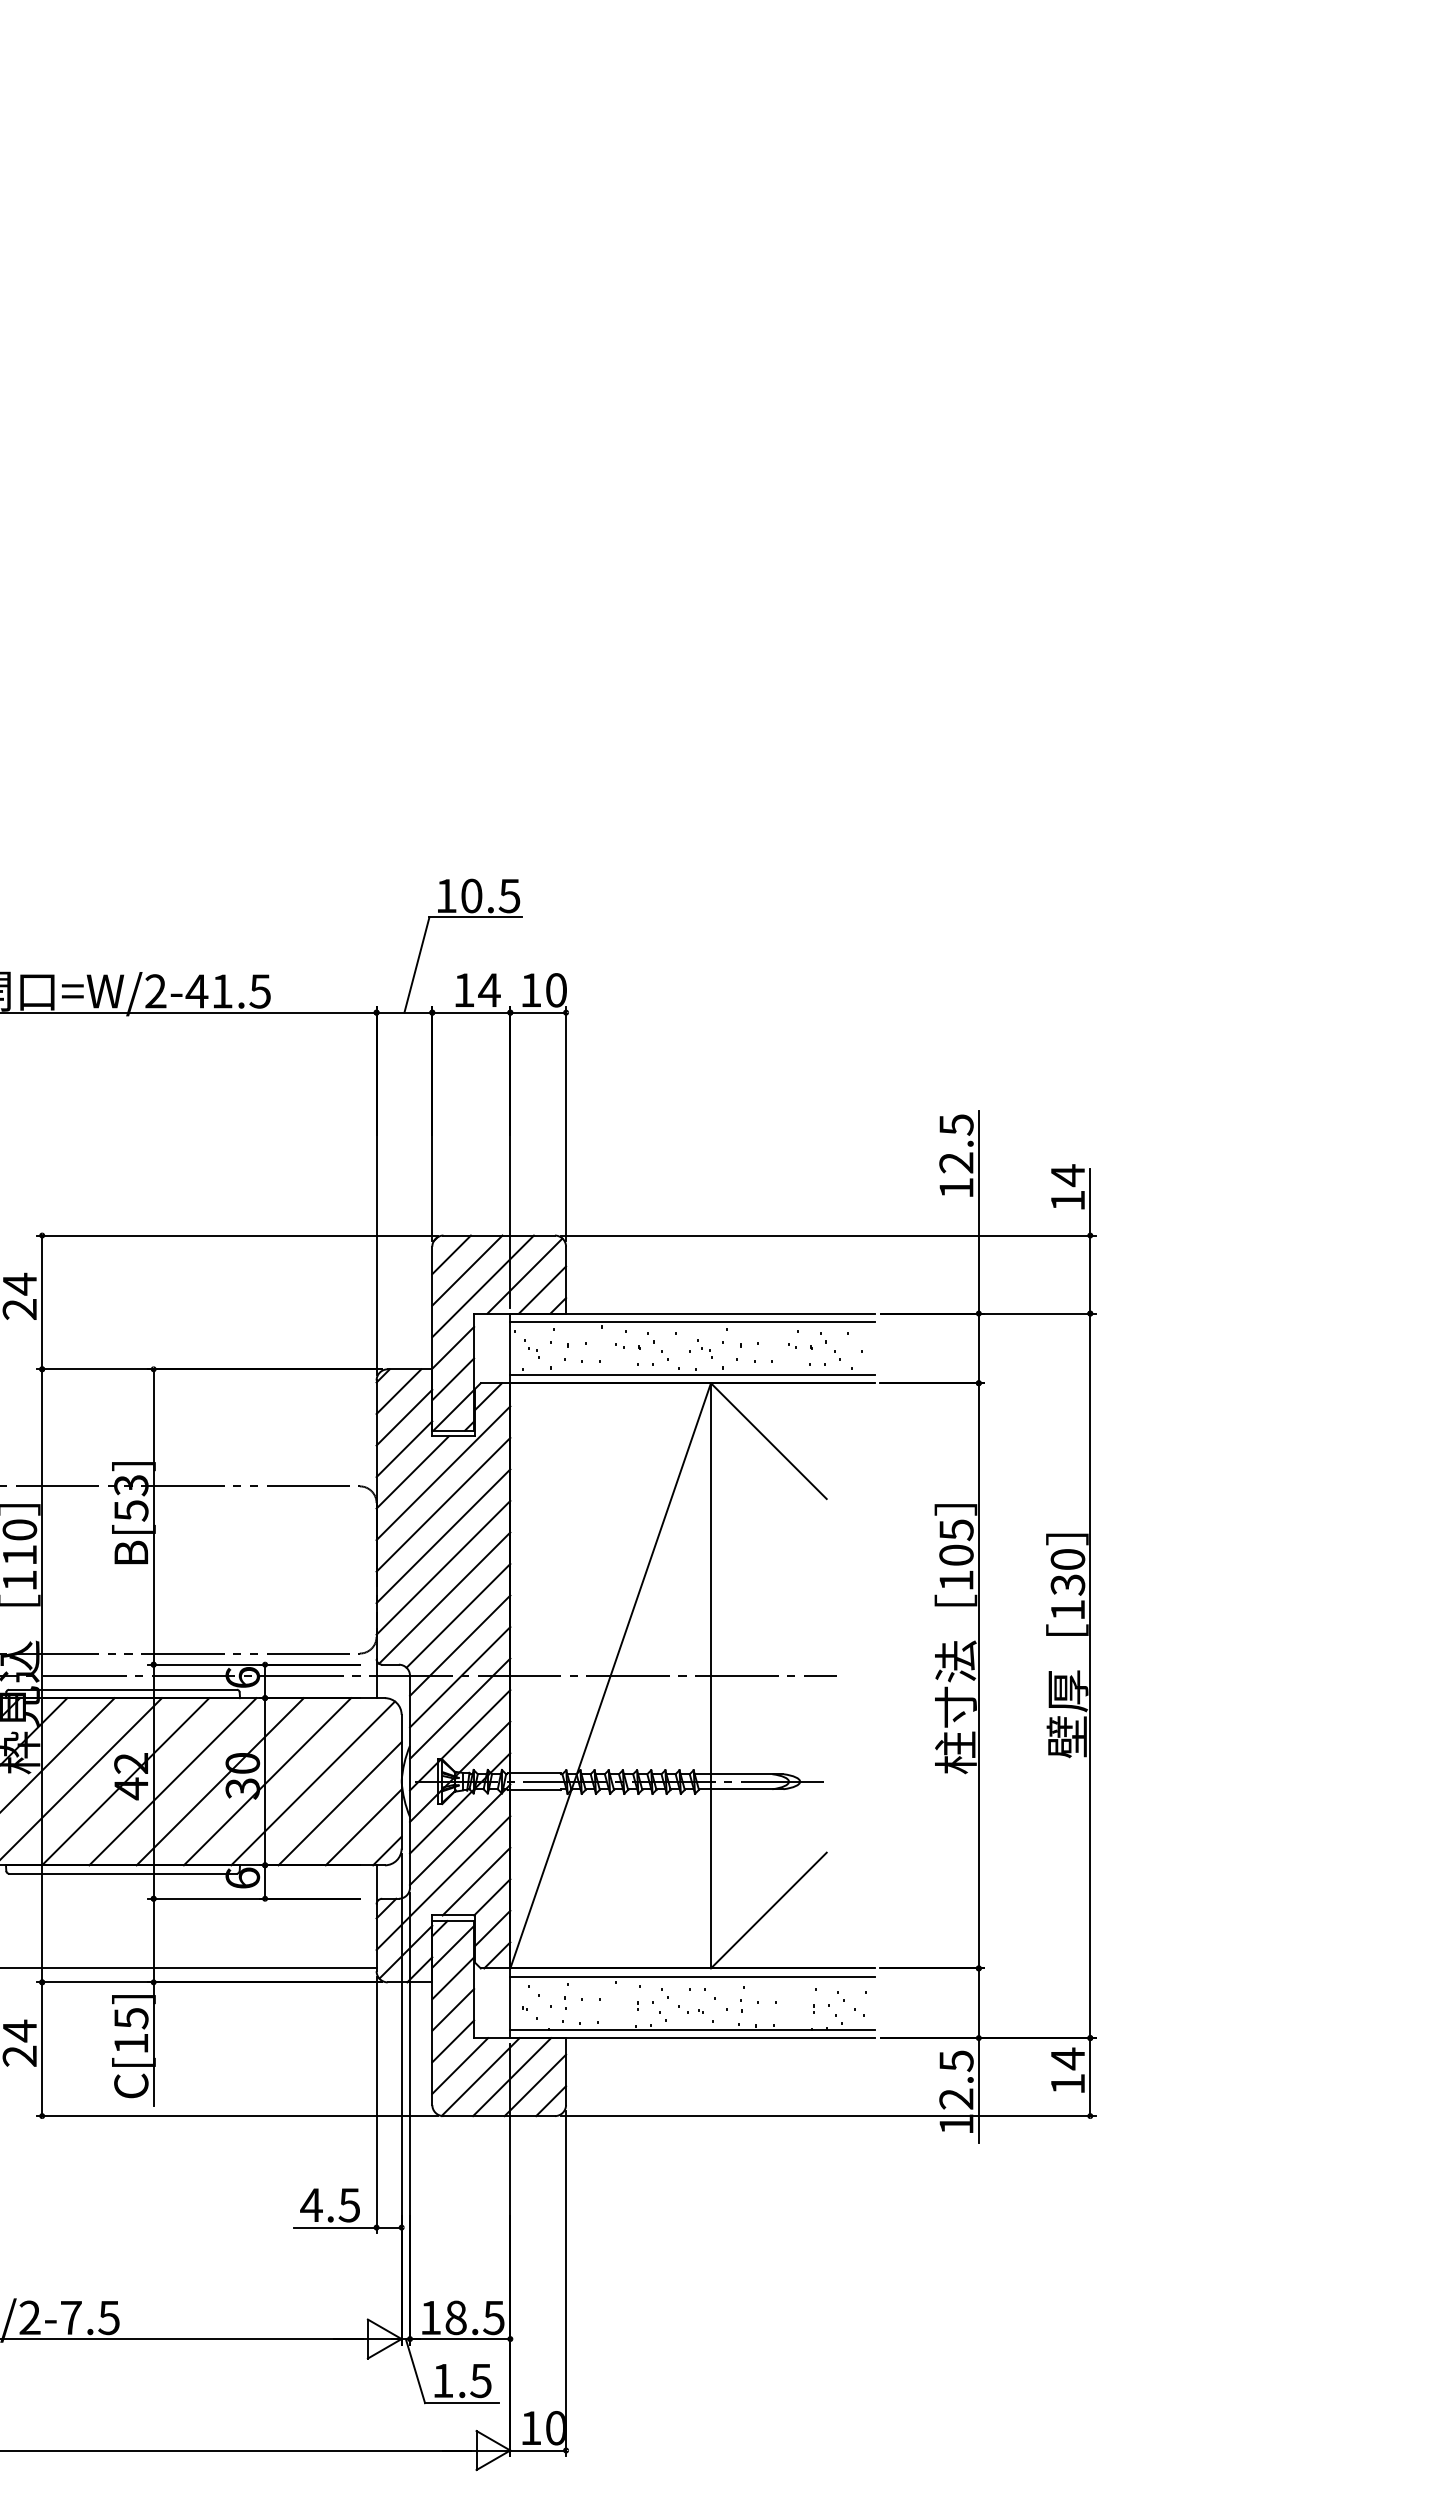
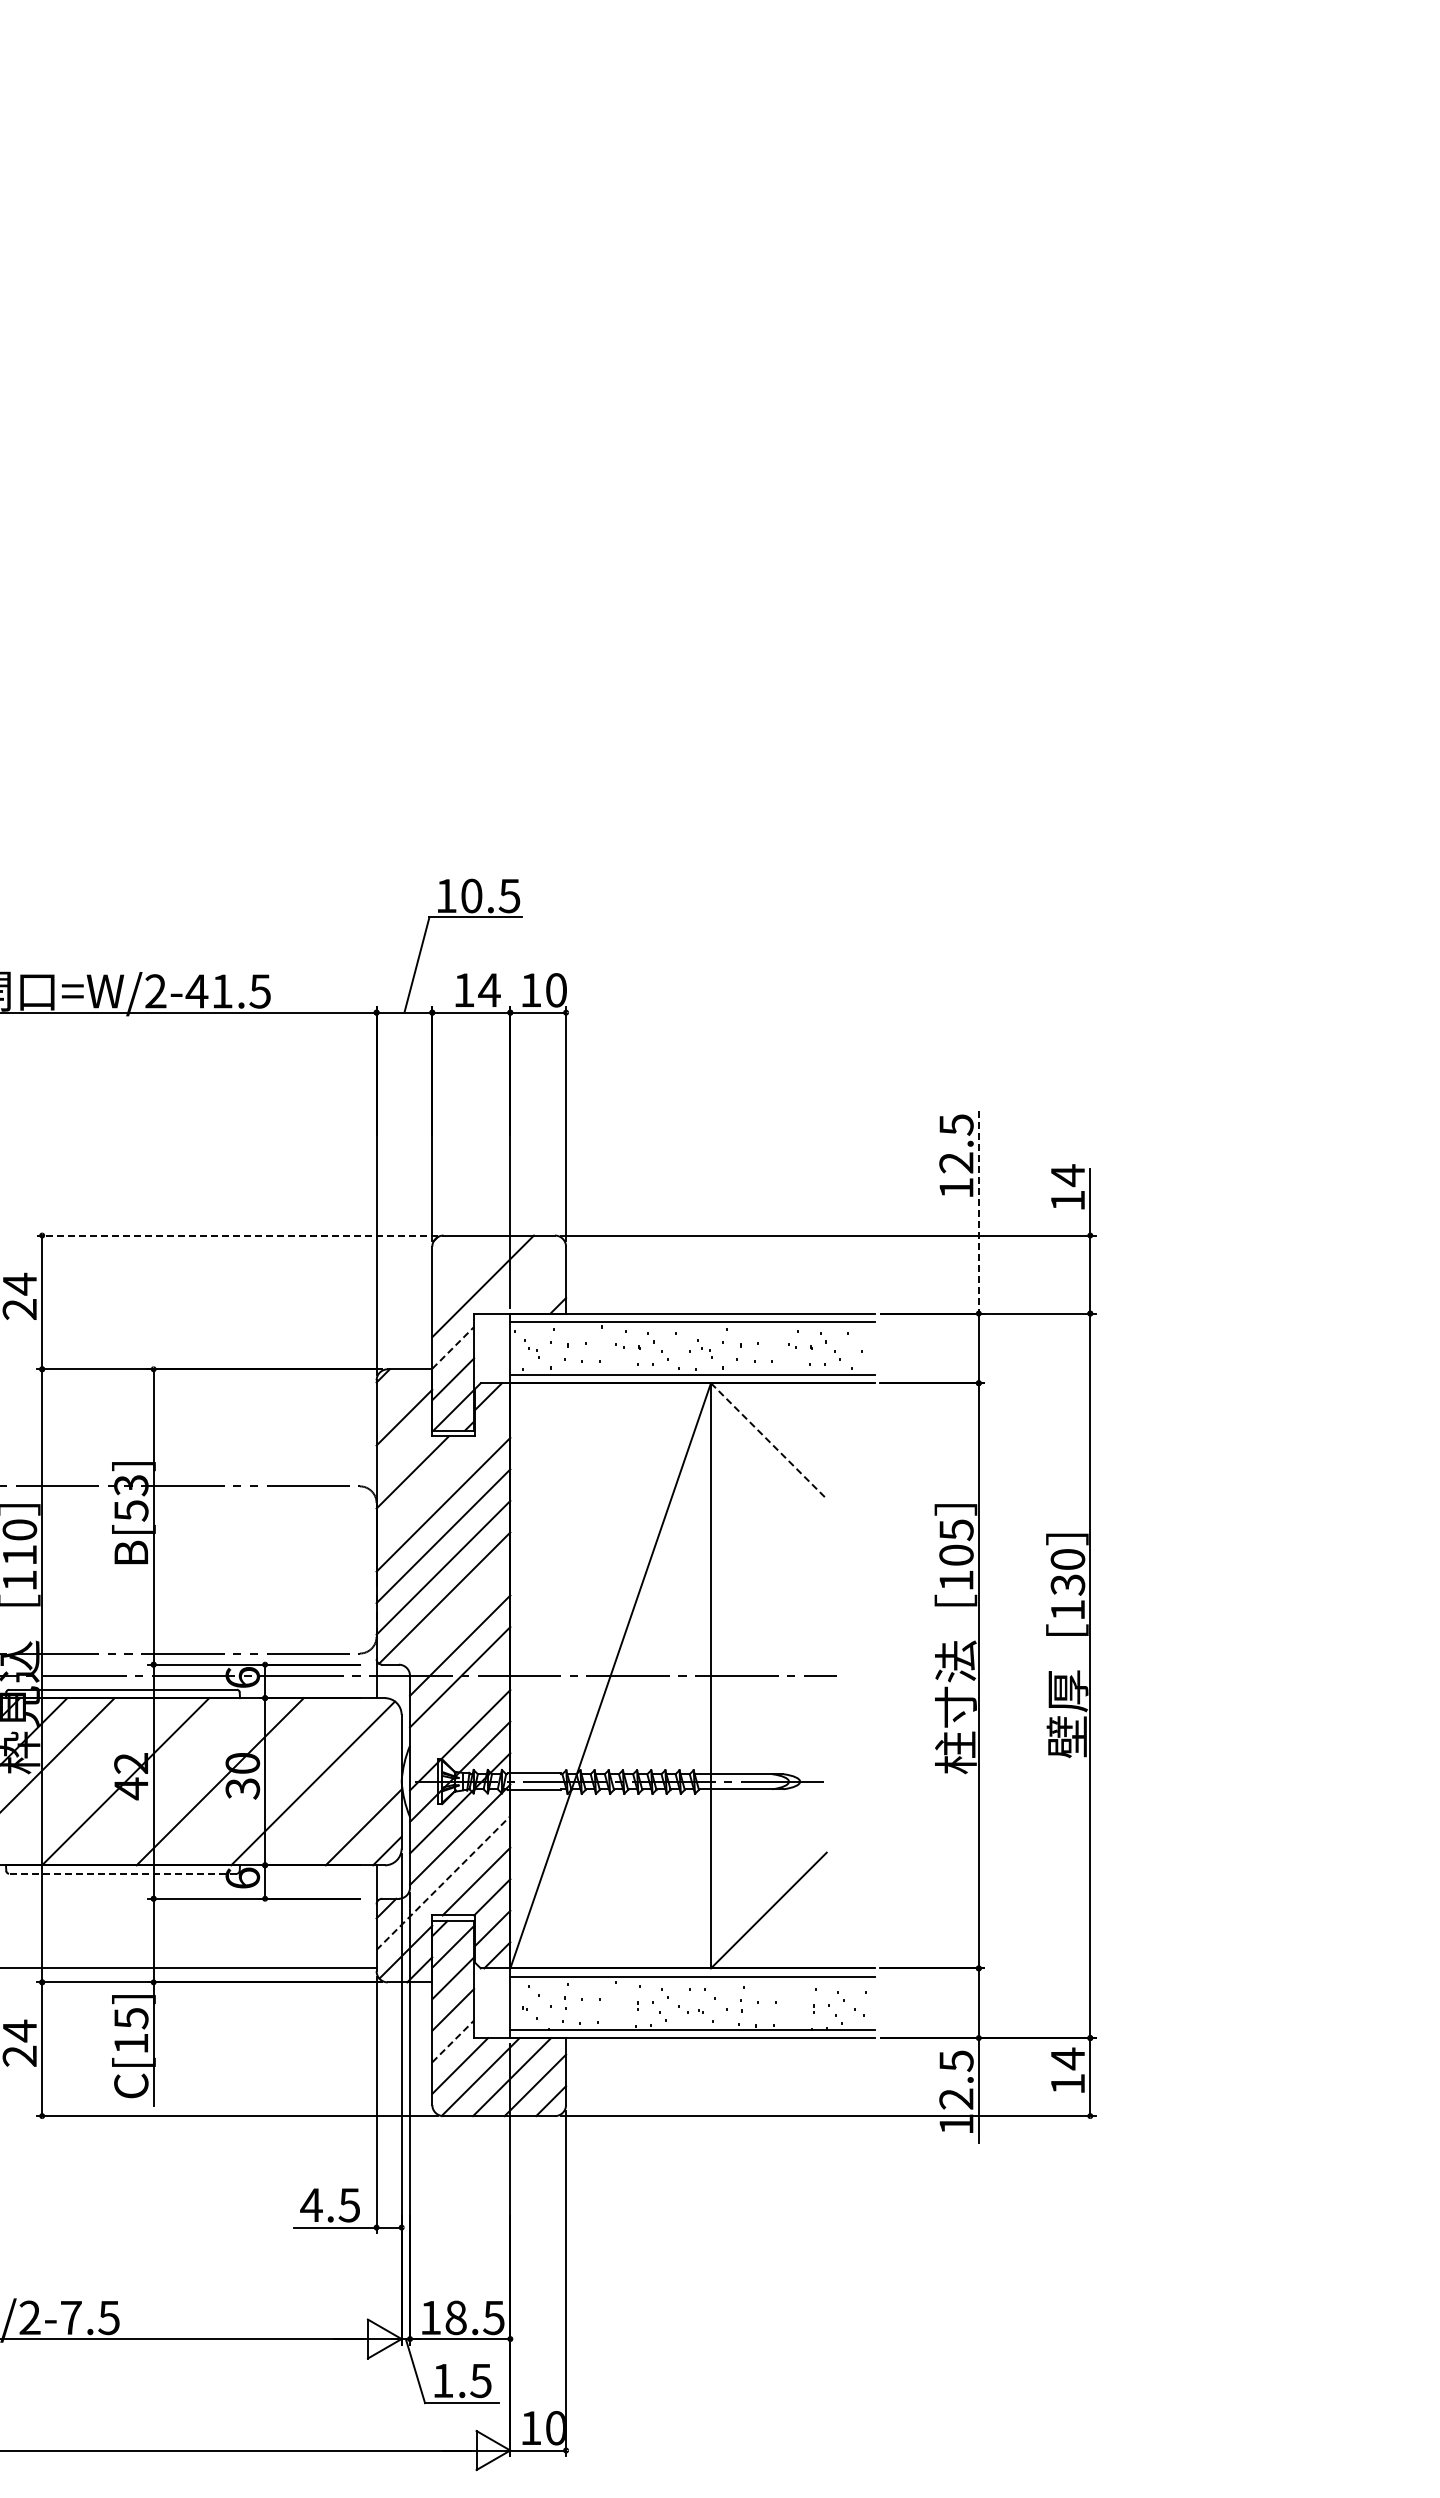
line at (978, 1213): solid -> dashed
line at (237, 1235): solid -> dashed
line at (451, 1254): present -> none
line at (467, 1270): present -> none
line at (524, 1275): present -> none
line at (542, 1289): present -> none
line at (453, 1347): solid -> dashed
line at (398, 1391): present -> none
line at (768, 1441): solid -> dashed
line at (404, 1449): present -> none
line at (443, 1473): present -> none
line at (458, 1615): present -> none
line at (460, 1708): present -> none
line at (81, 1777): present -> none
line at (172, 1781): present -> none
line at (267, 1781): present -> none
line at (339, 1803): present -> none
line at (123, 1873): solid -> dashed
line at (443, 1883): solid -> dashed
line at (453, 2041): solid -> dashed
